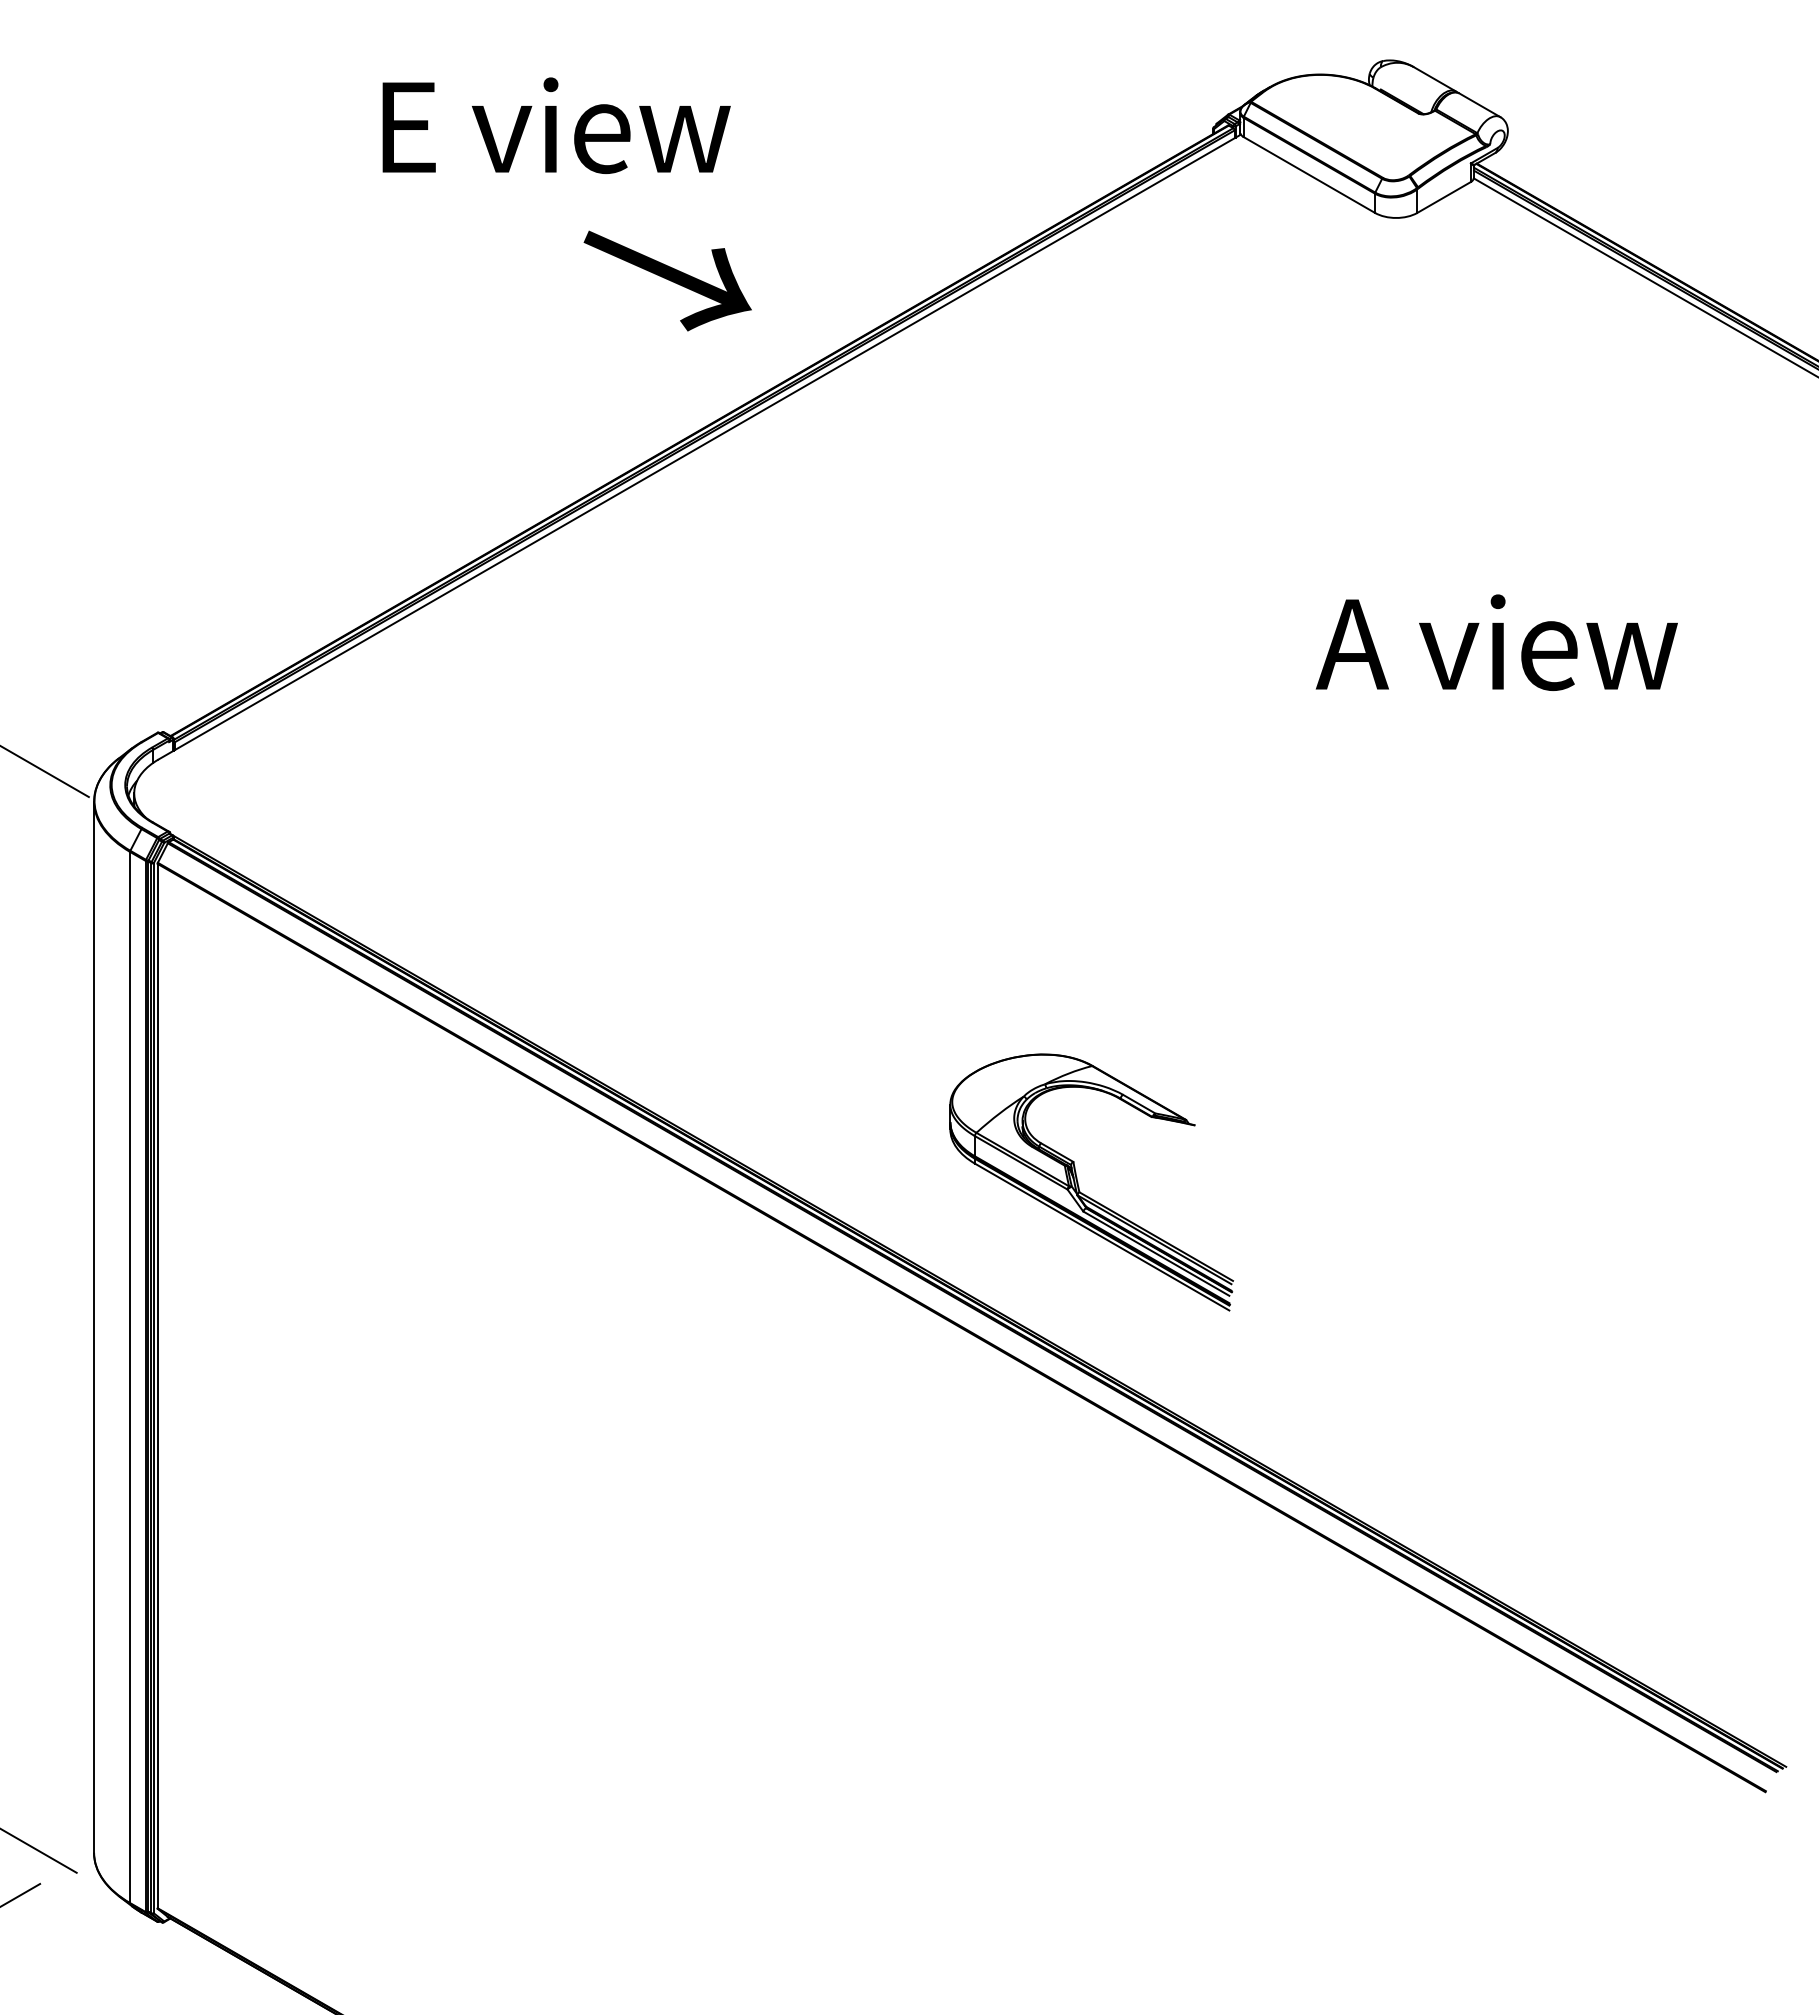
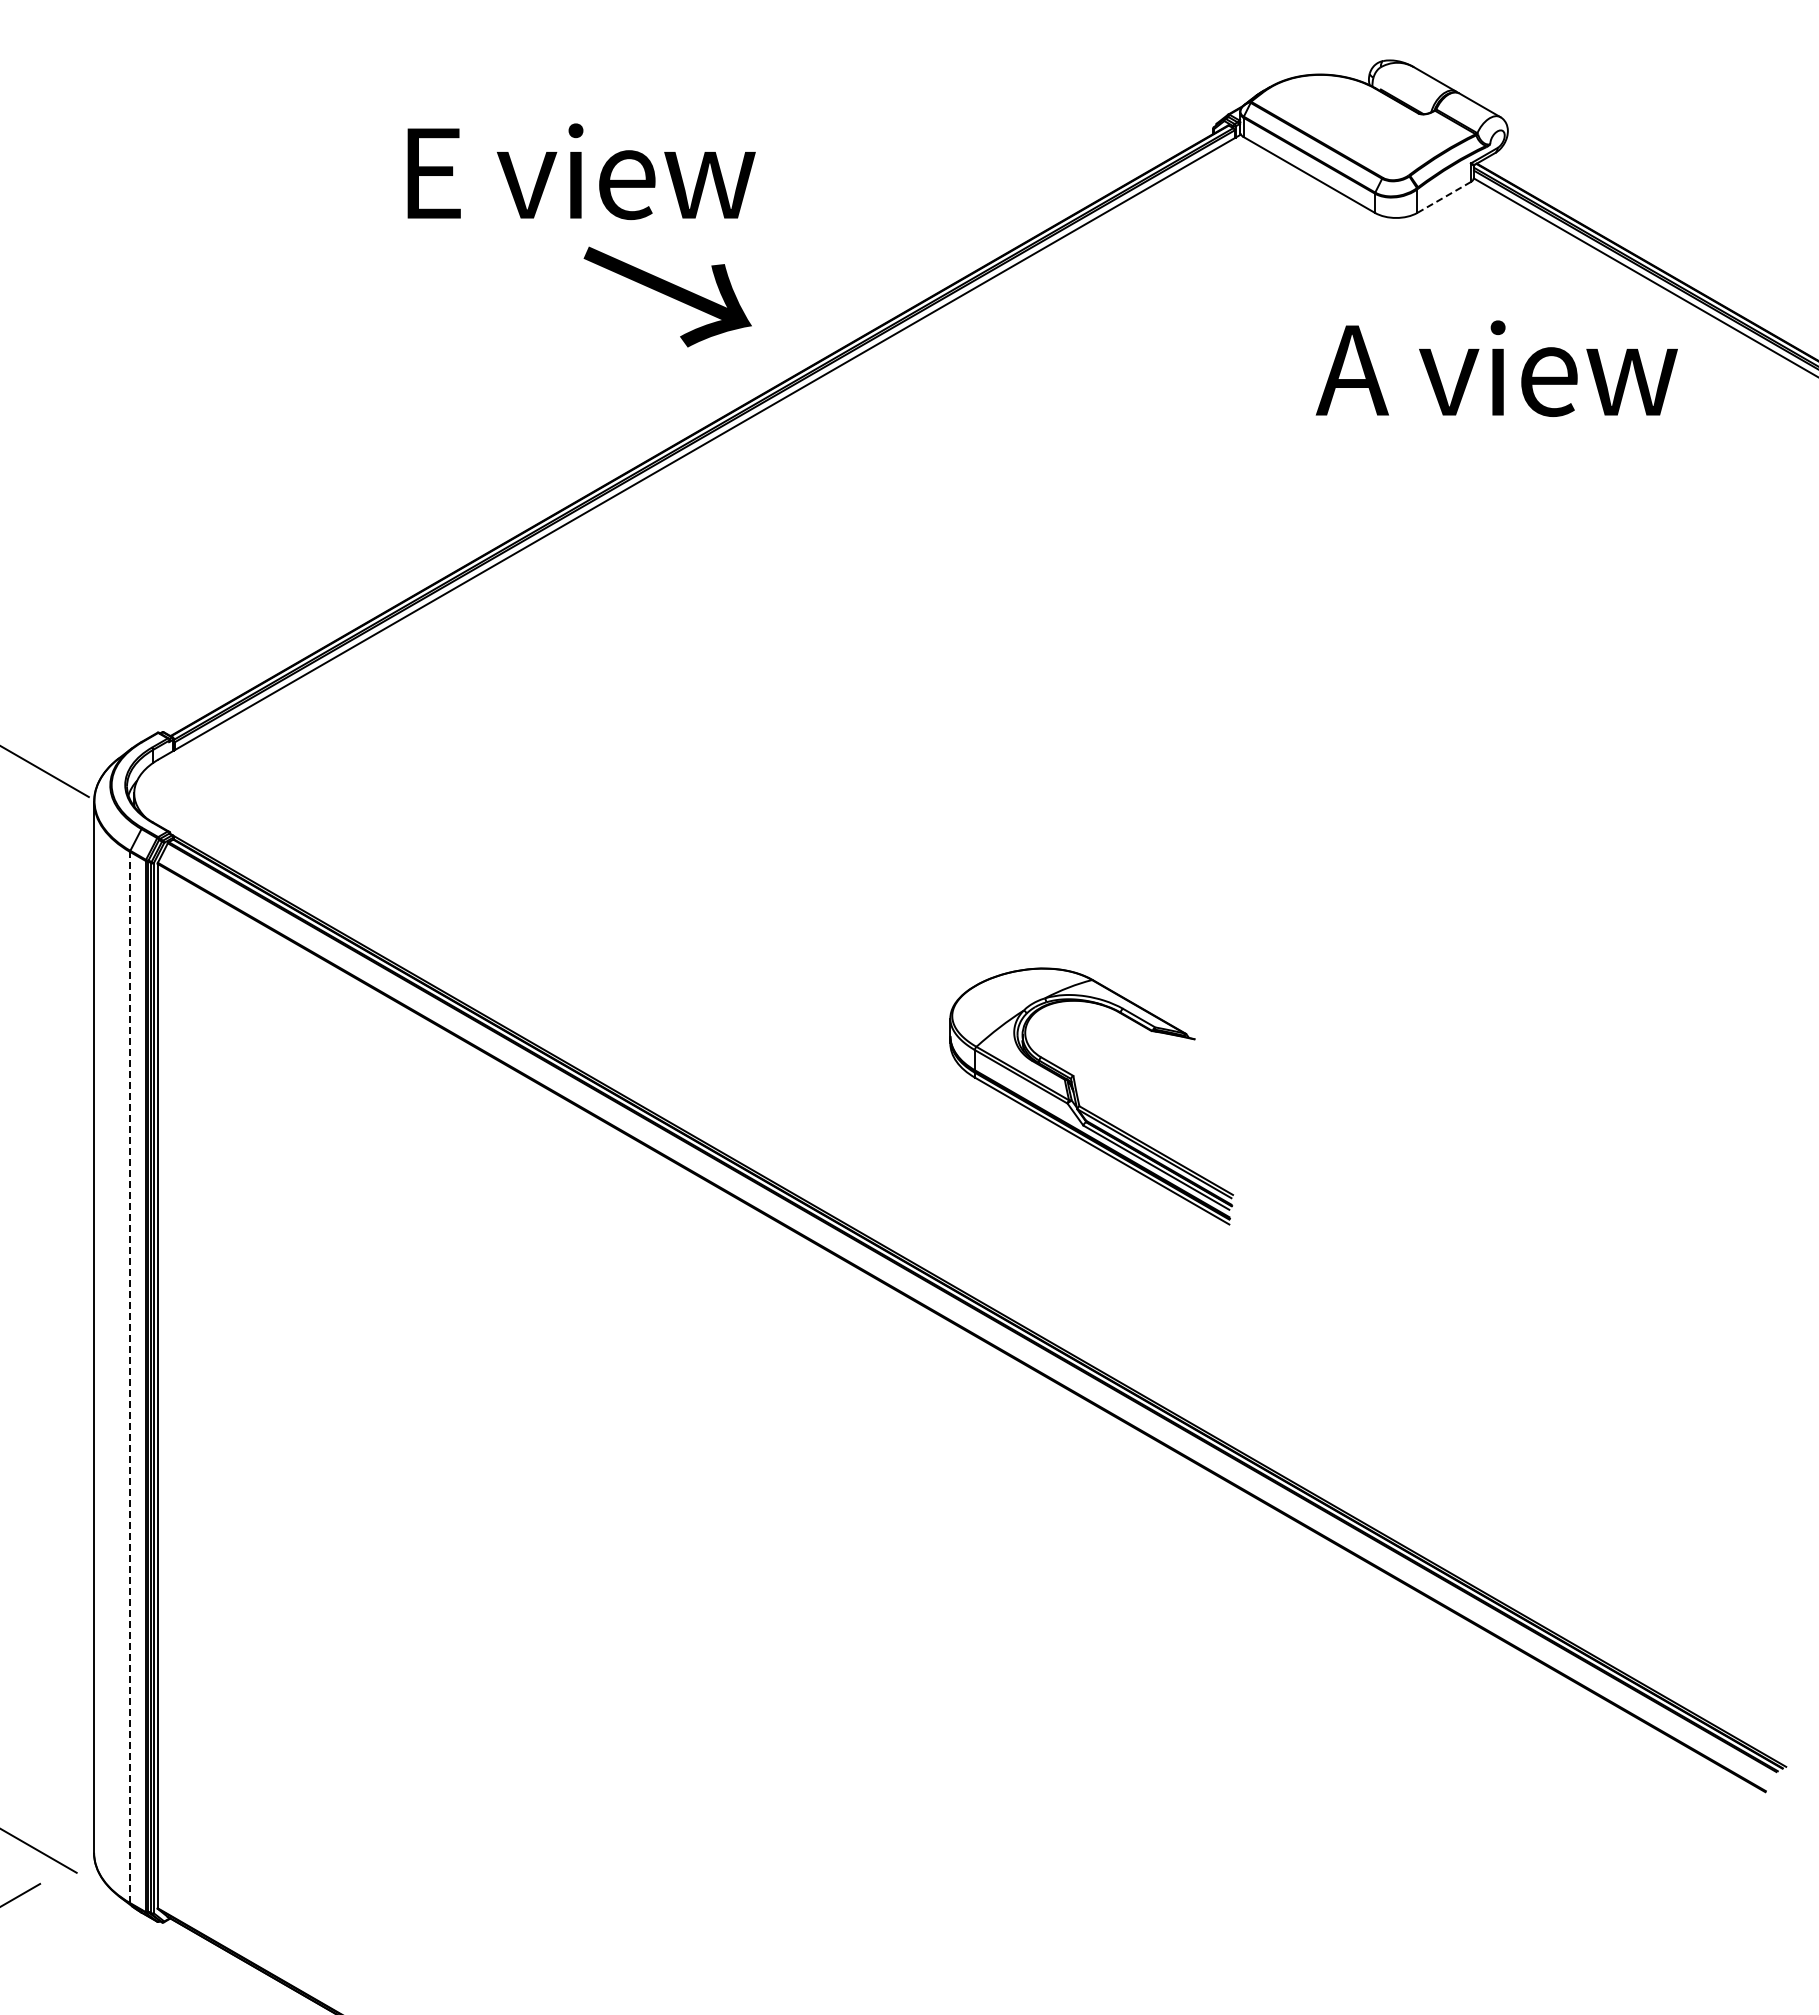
text at (556, 125) position: (556, 125) -> (581, 171)
line at (1444, 197): solid -> dashed
text at (667, 280) position: (667, 280) -> (667, 296)
text at (1496, 642) position: (1496, 642) -> (1496, 368)
part at (1079, 1186) position: (1079, 1186) -> (1079, 1100)
line at (130, 1377): solid -> dashed
